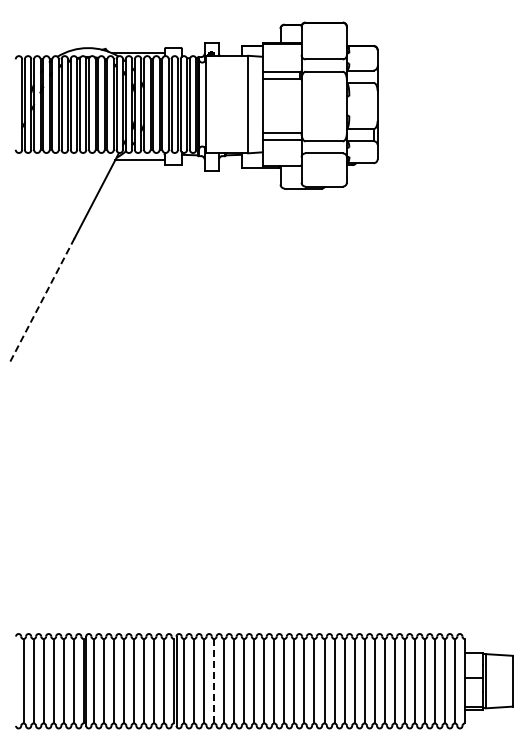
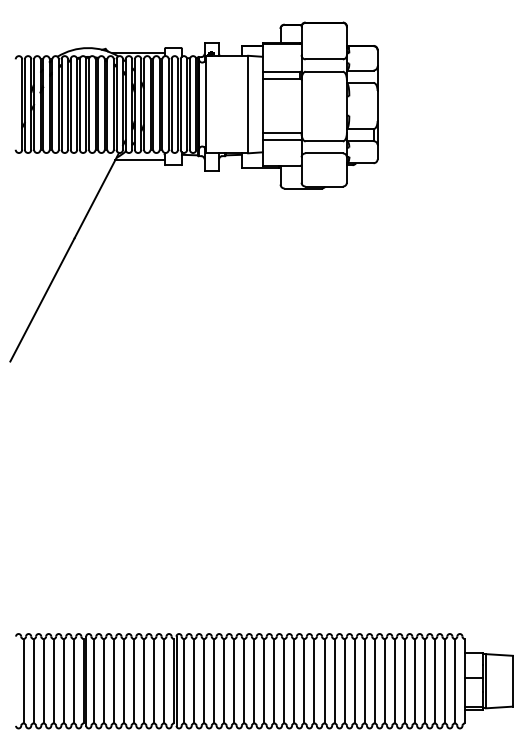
line at (42, 299): dashed -> solid
line at (214, 680): dashed -> solid
